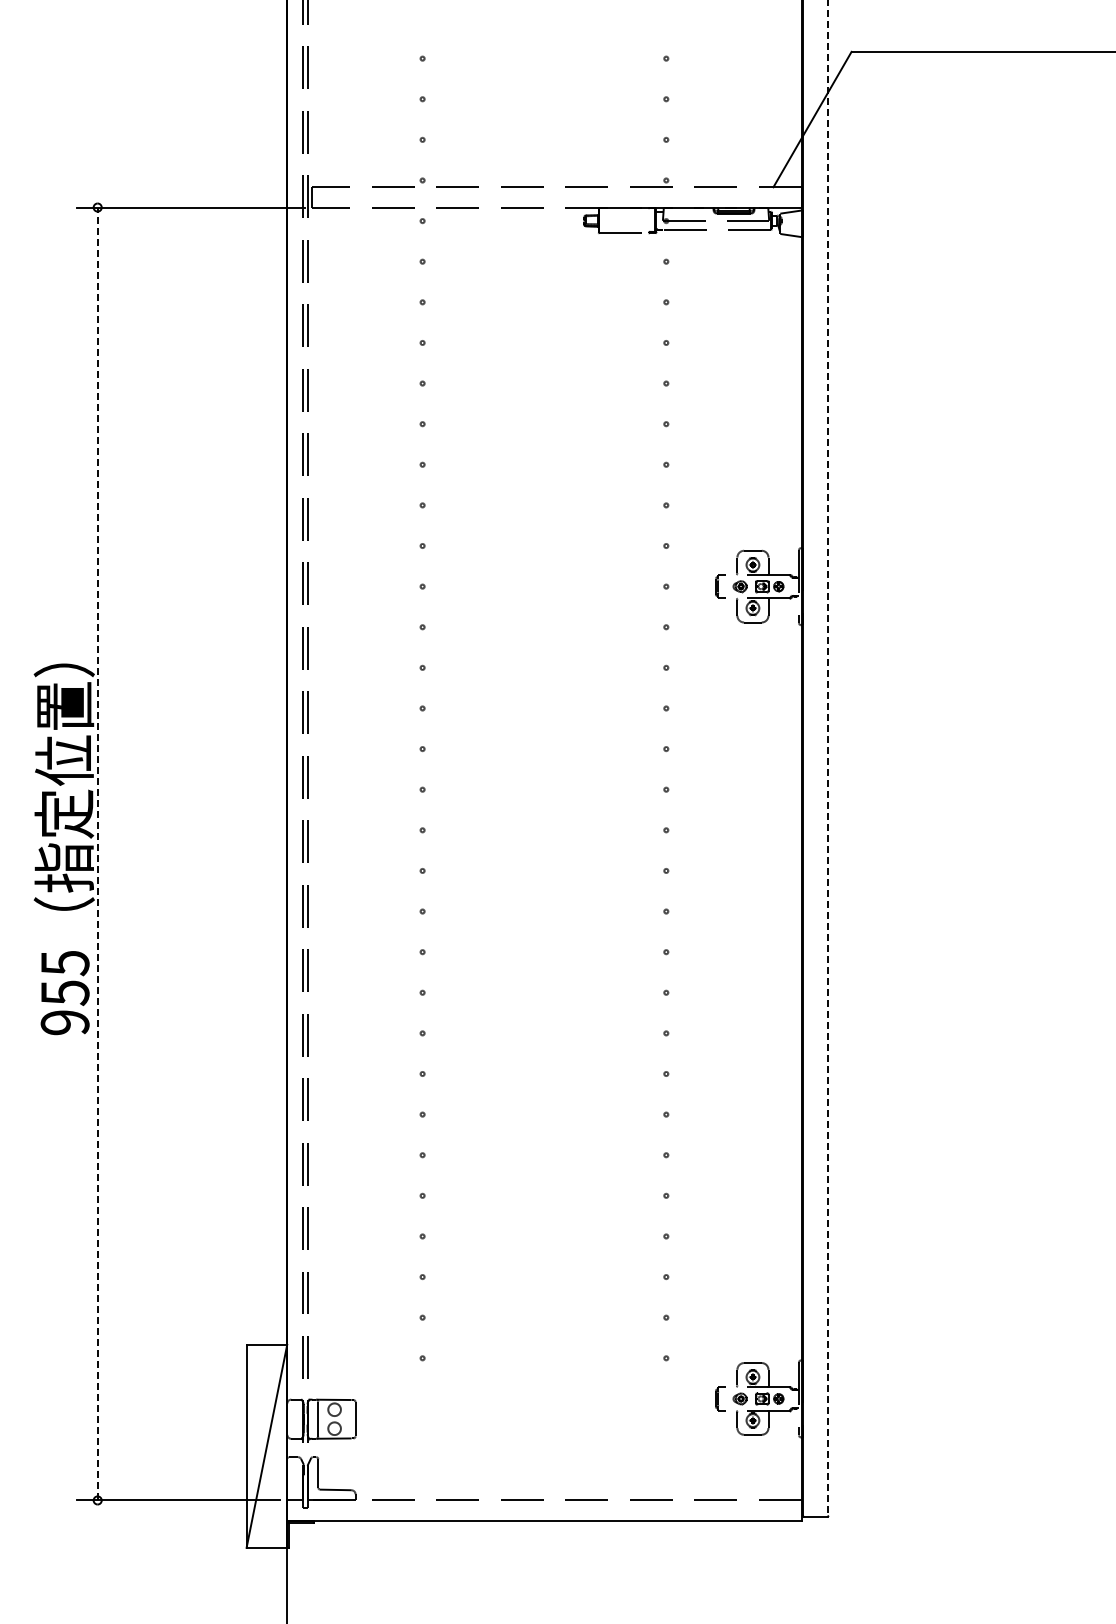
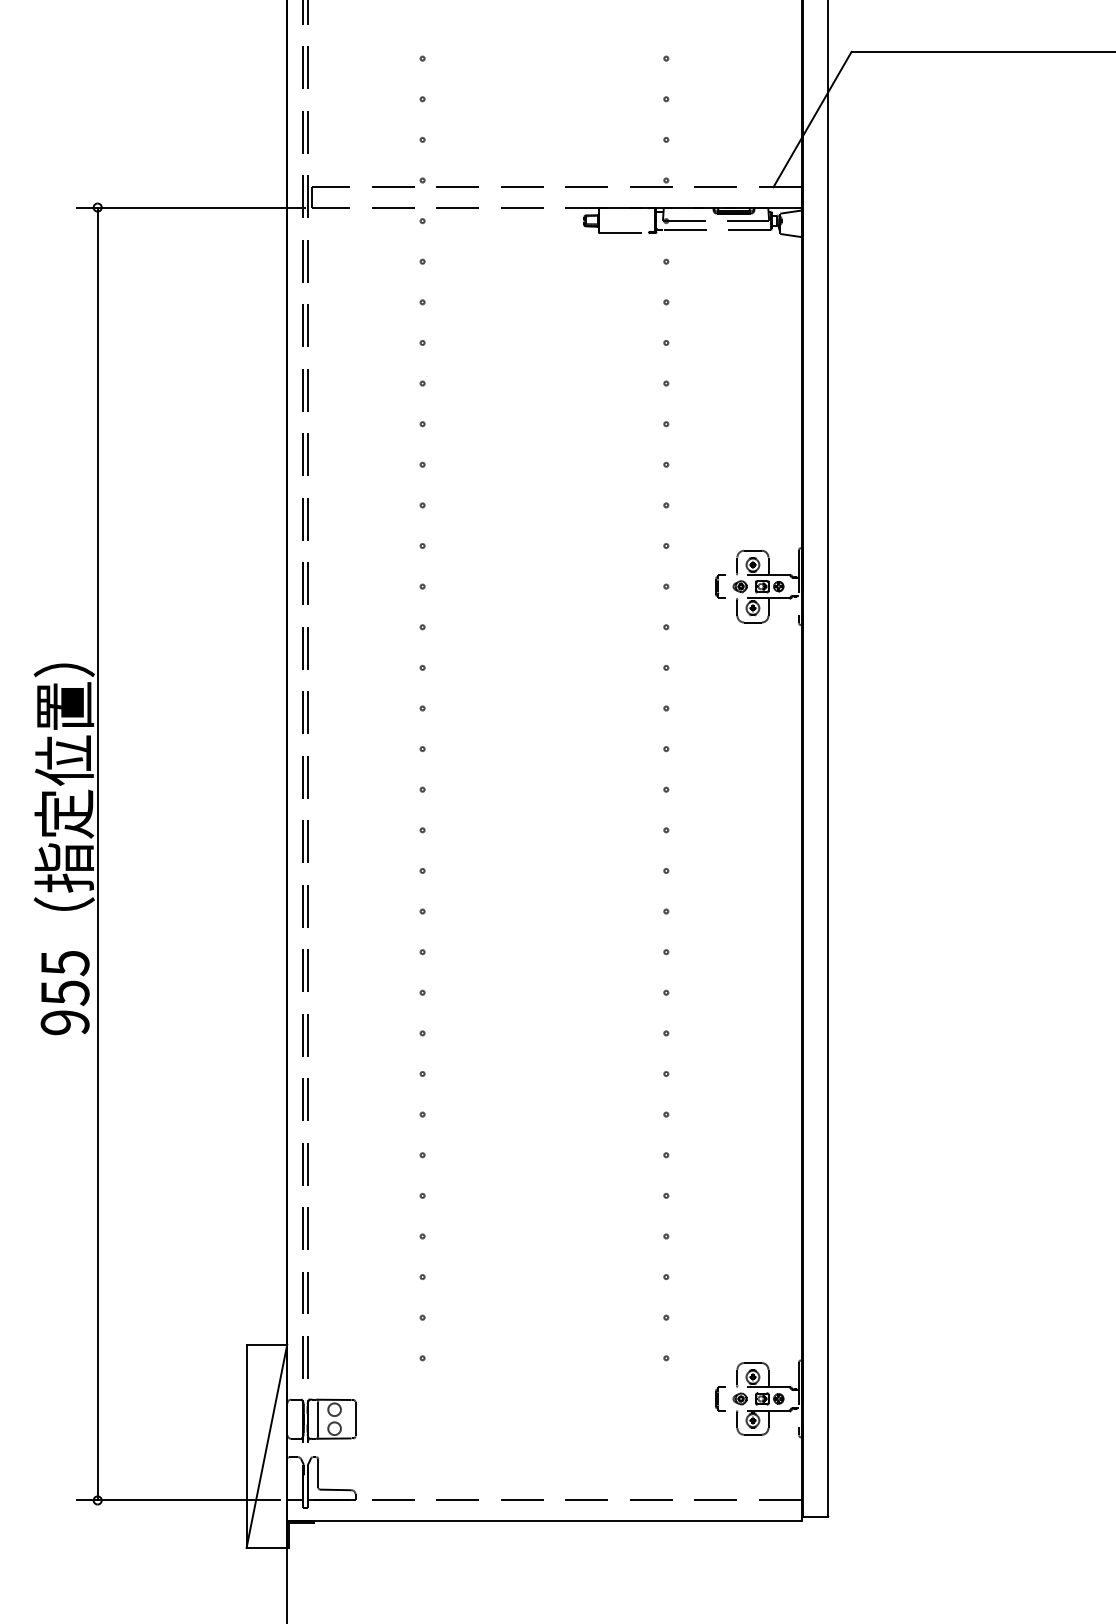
line at (828, 758): dashed -> solid
line at (97, 853): dashed -> solid
